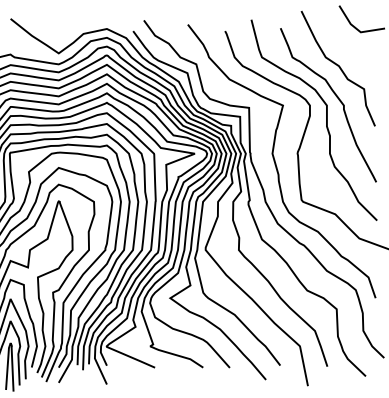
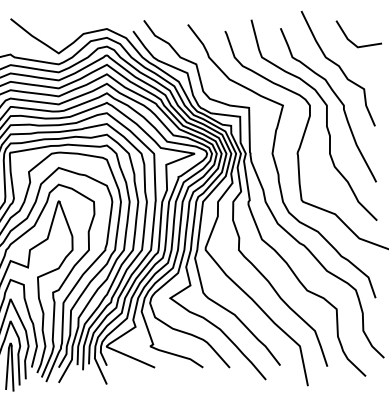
line at (354, 25) position: (354, 25) -> (351, 40)
